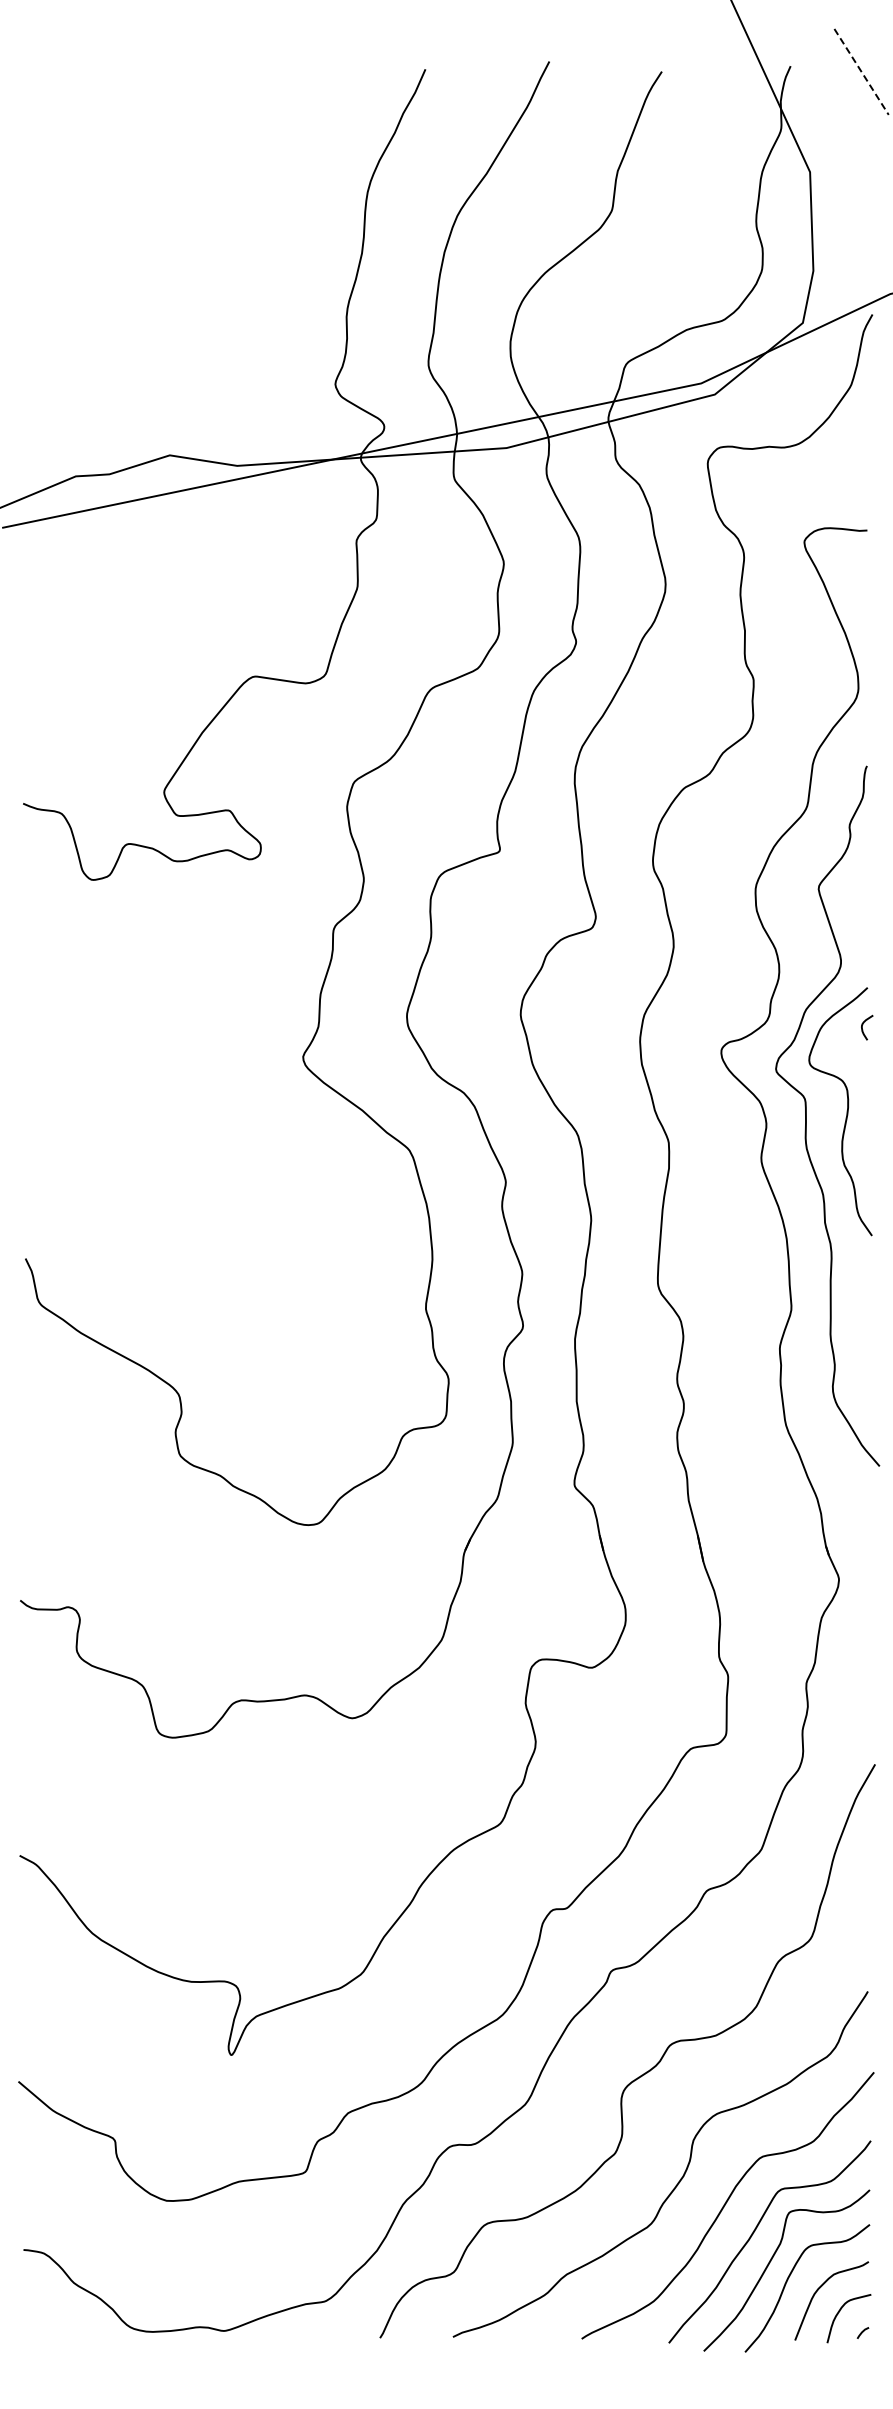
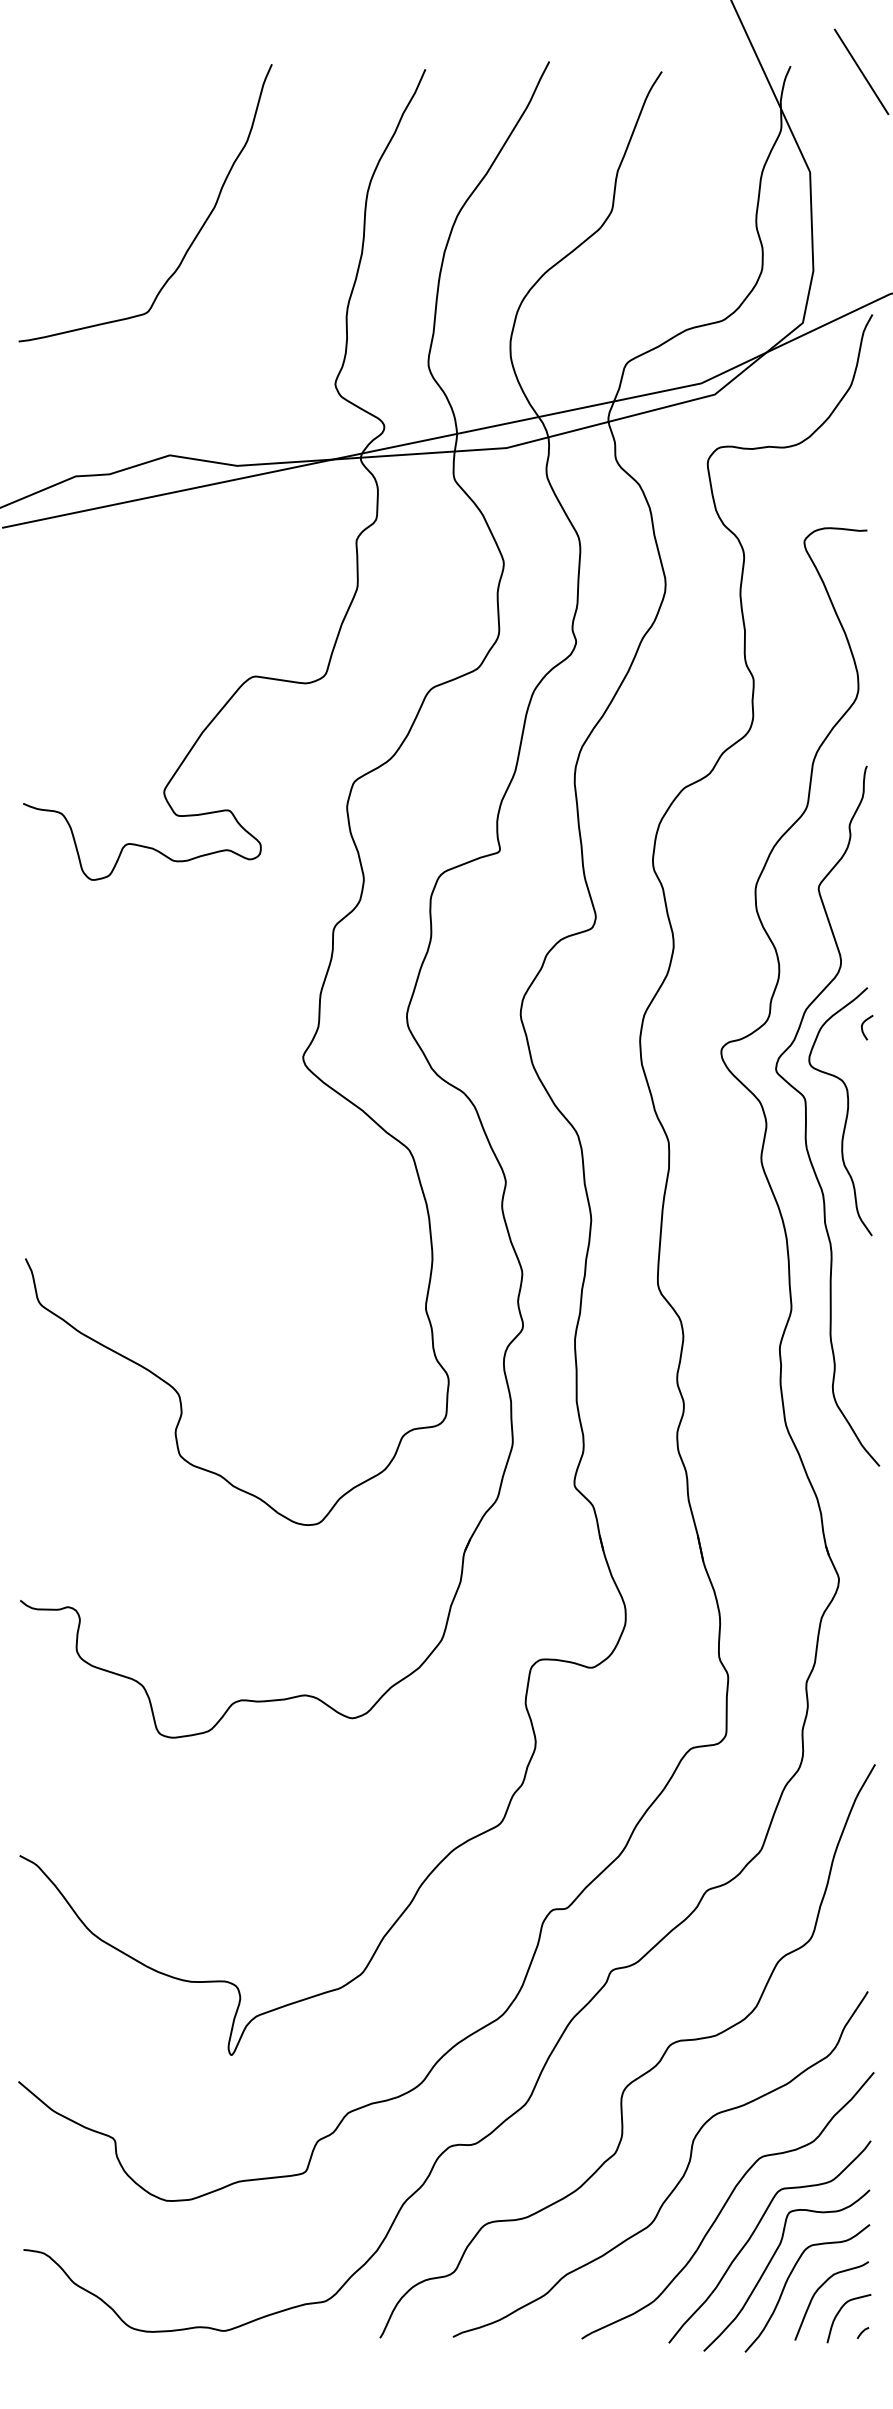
line at (861, 71): dashed -> solid
curve at (197, 232): none -> present
